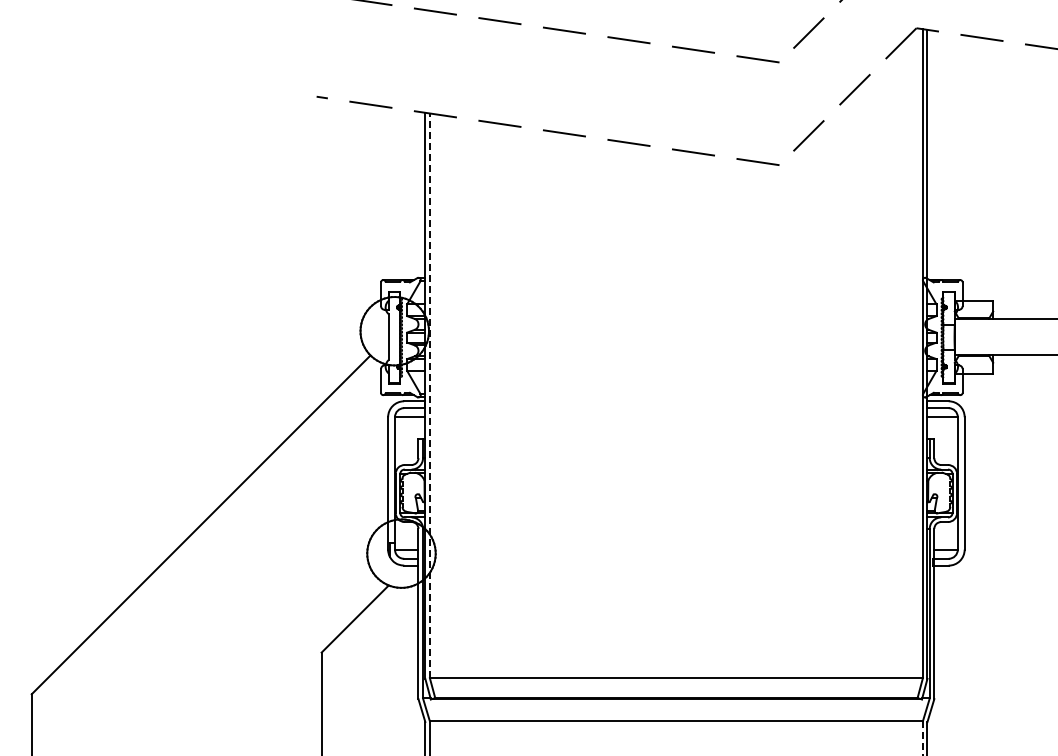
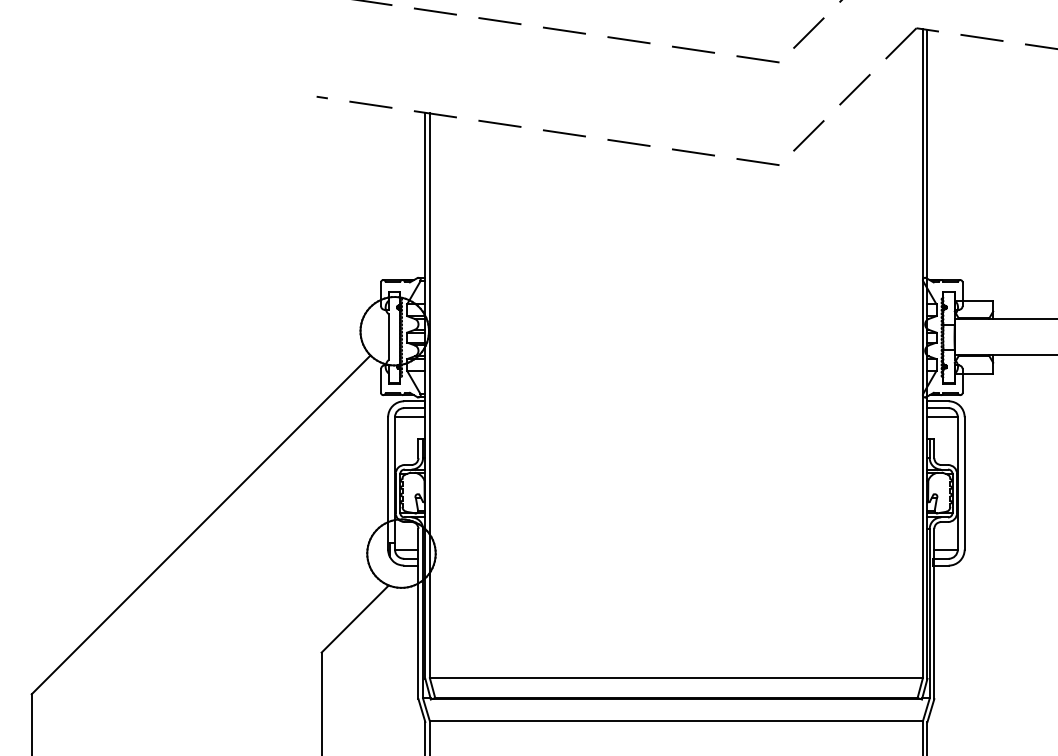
line at (429, 395): dashed -> solid
line at (922, 738): dashed -> solid
